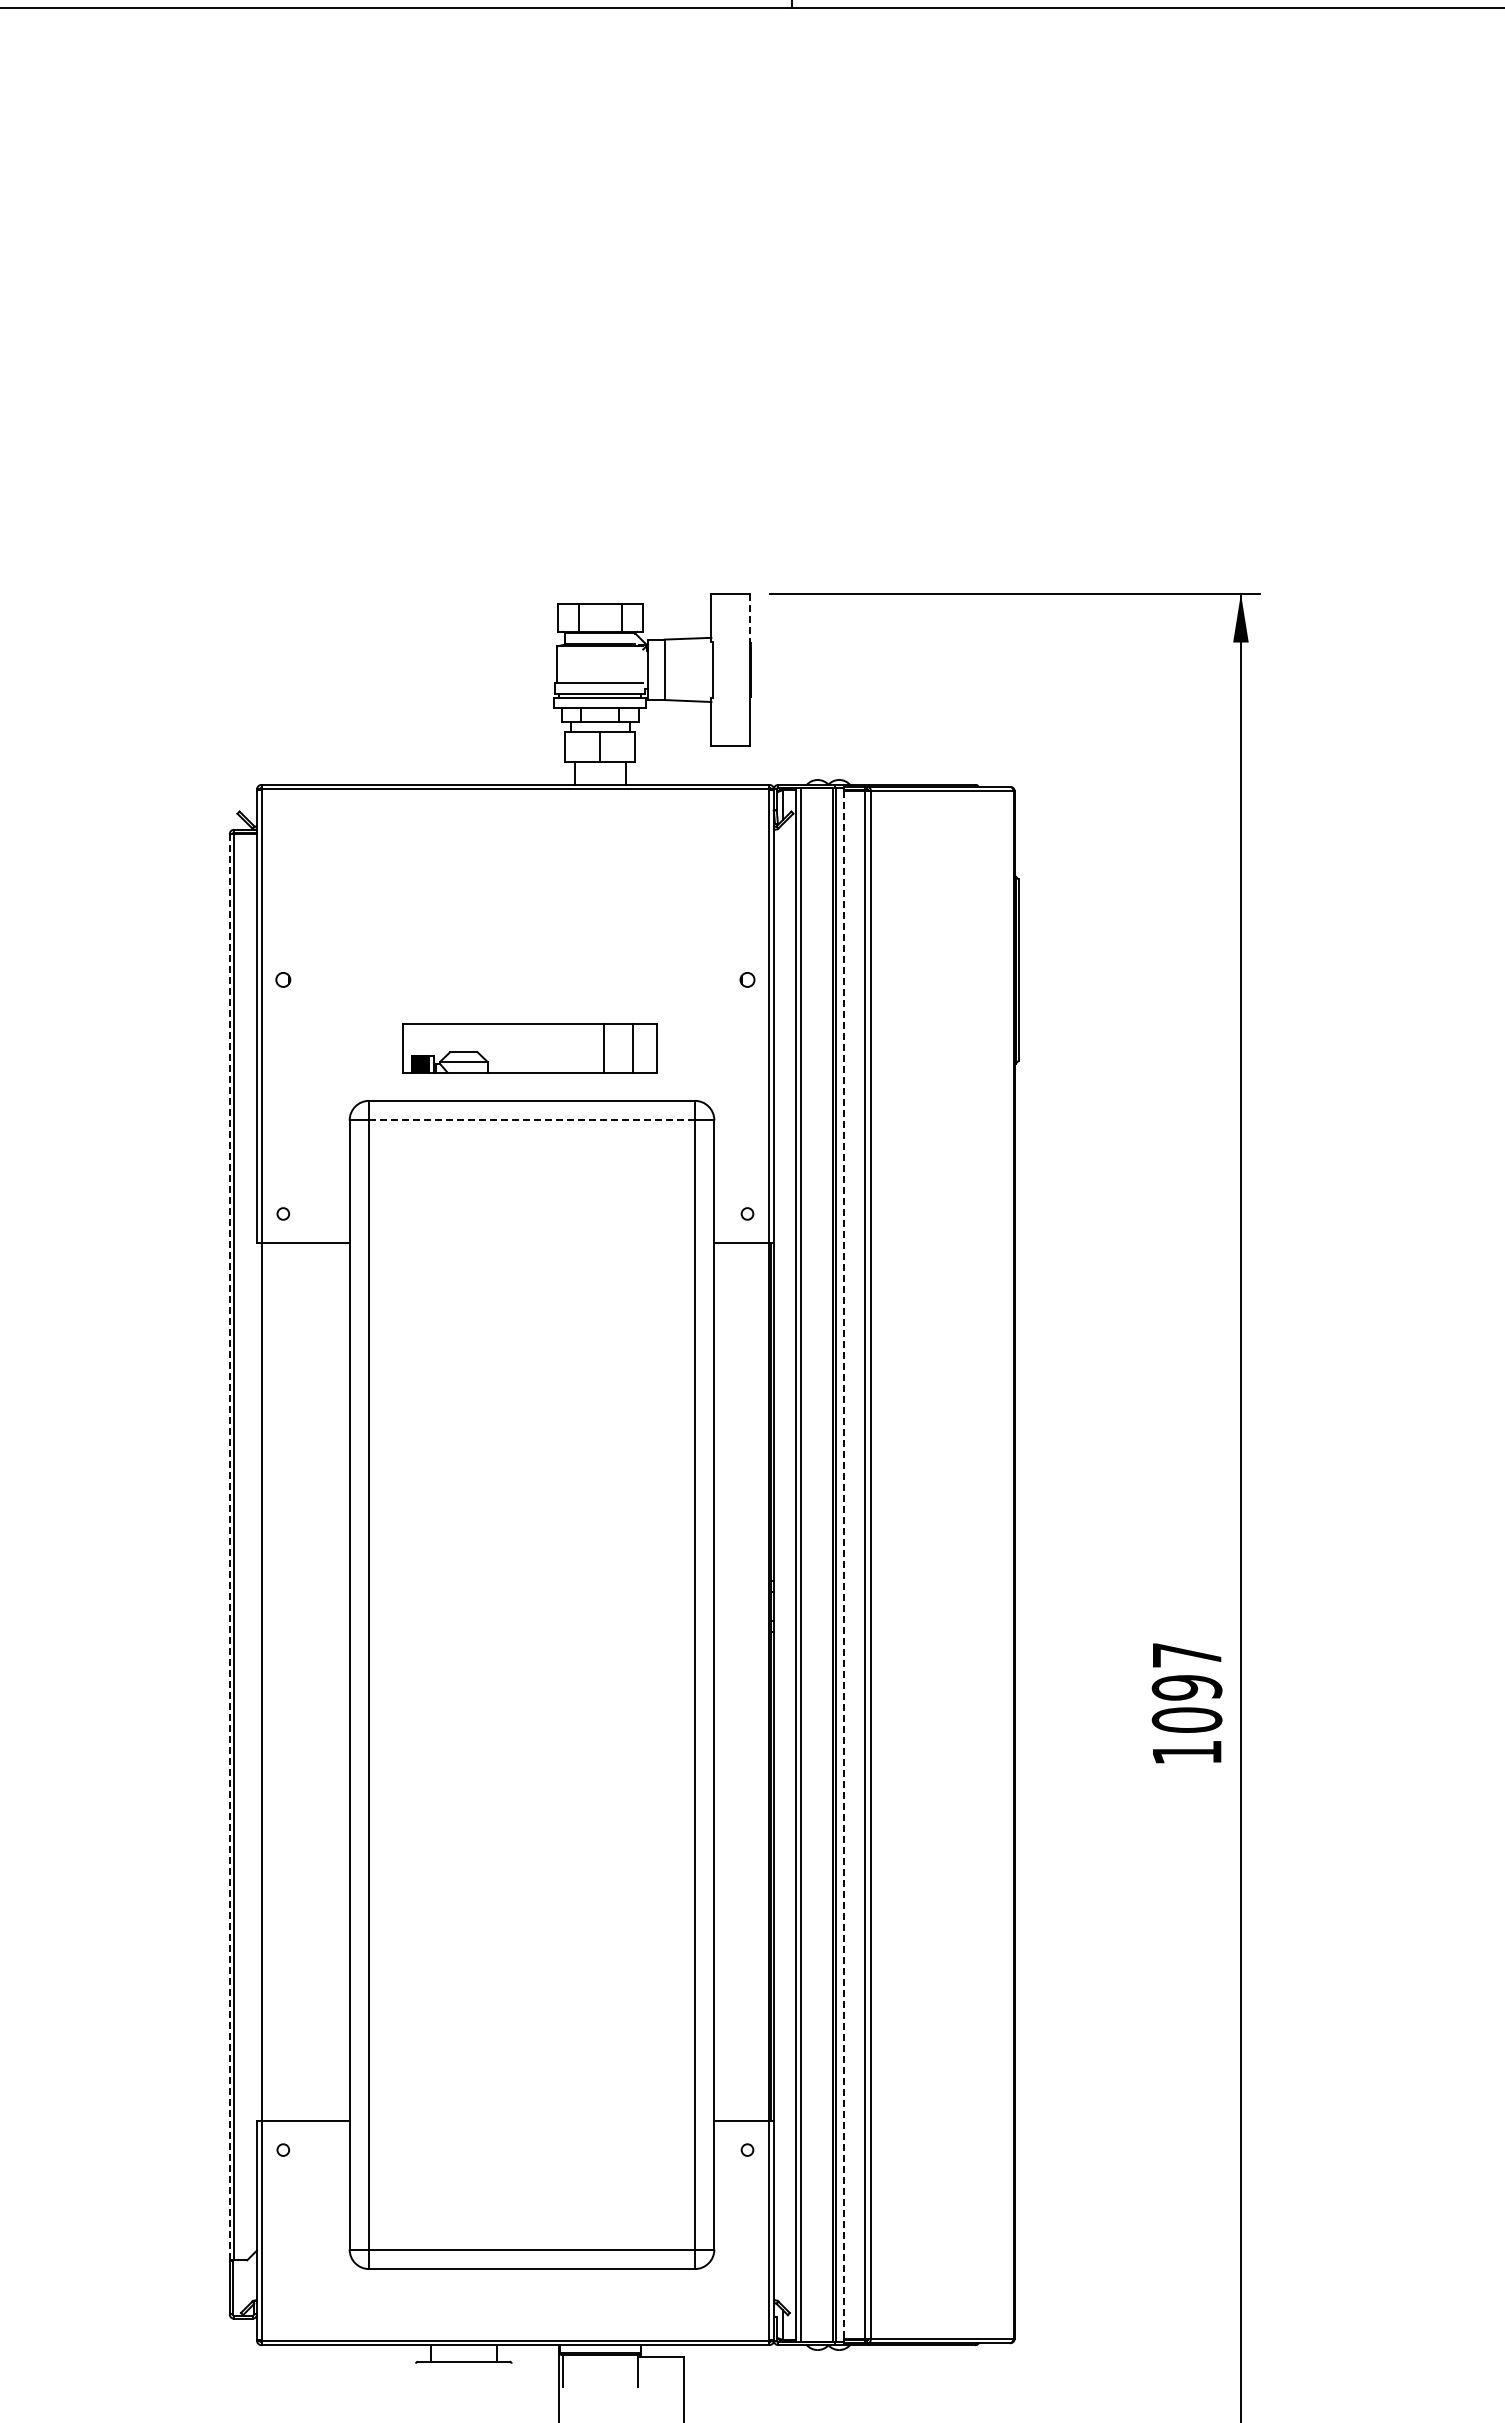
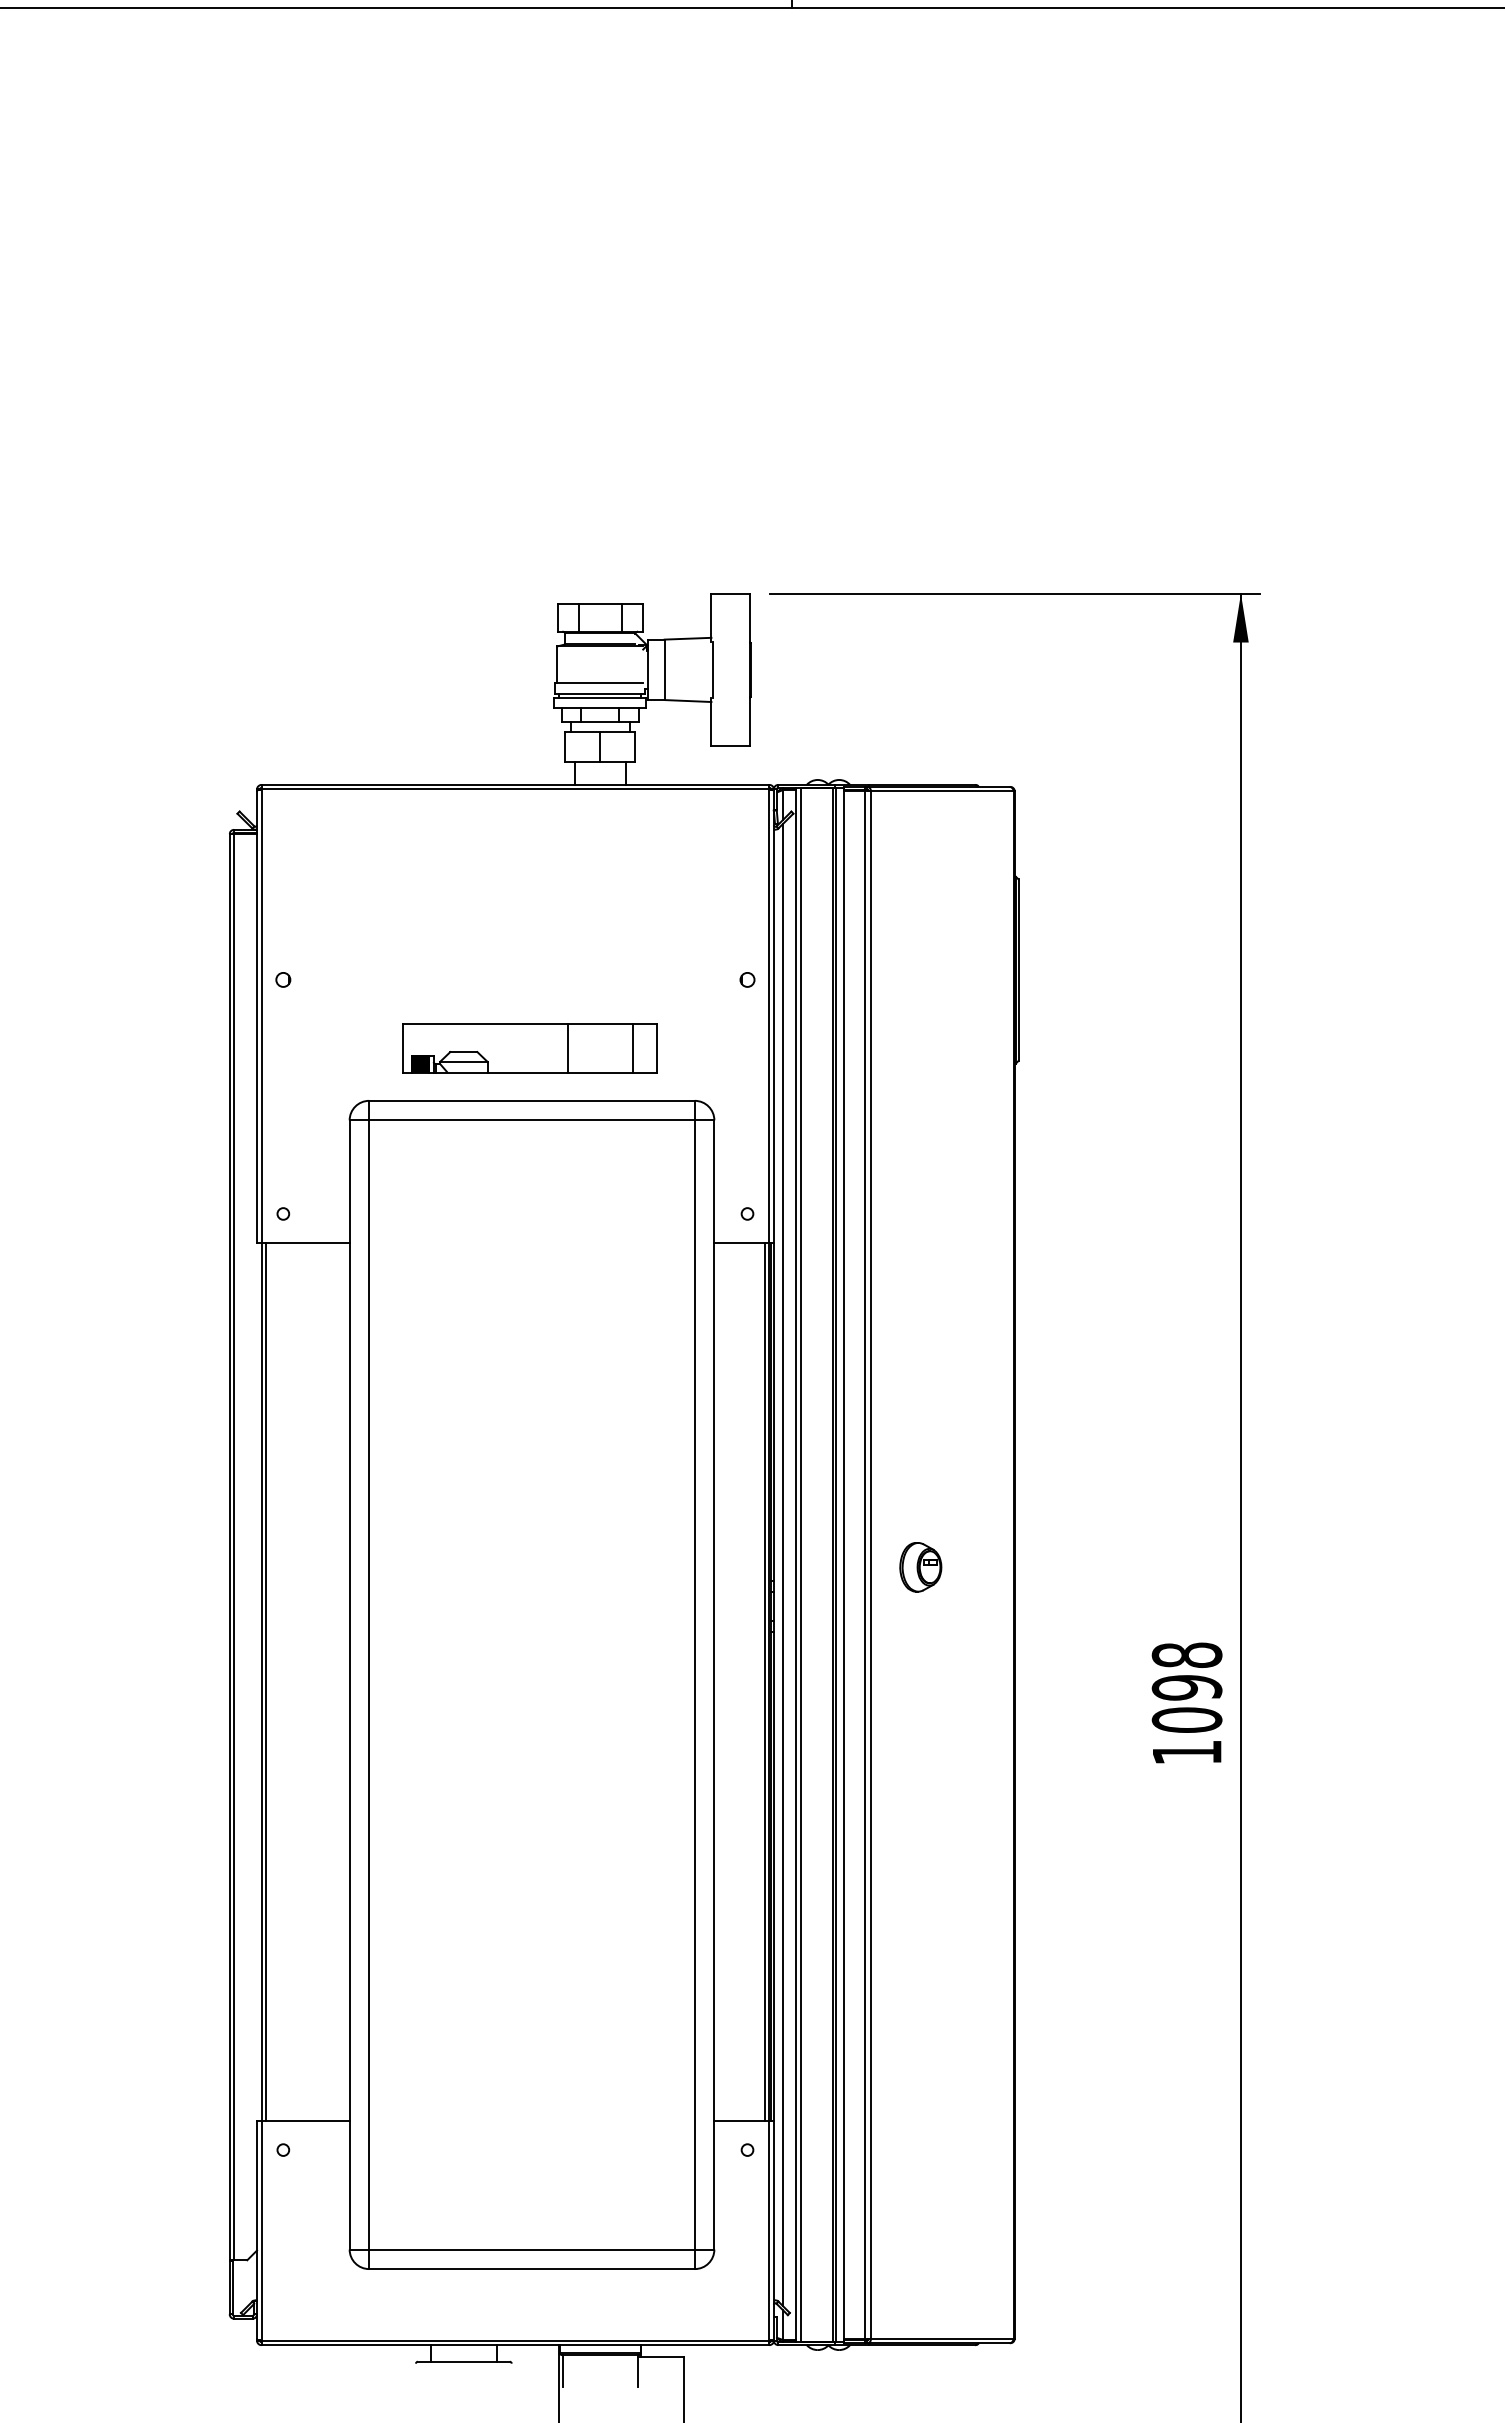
line at (750, 617): dashed -> solid
line at (603, 1047) position: (603, 1047) -> (567, 1047)
line at (532, 1120): dashed -> solid
line at (229, 1546): dashed -> solid
line at (782, 1564): none -> present
line at (844, 1565): dashed -> solid
part at (920, 1567): none -> present
text at (1186, 1654): 1097 -> 1098
line at (266, 1681): none -> present
line at (764, 1681): none -> present
